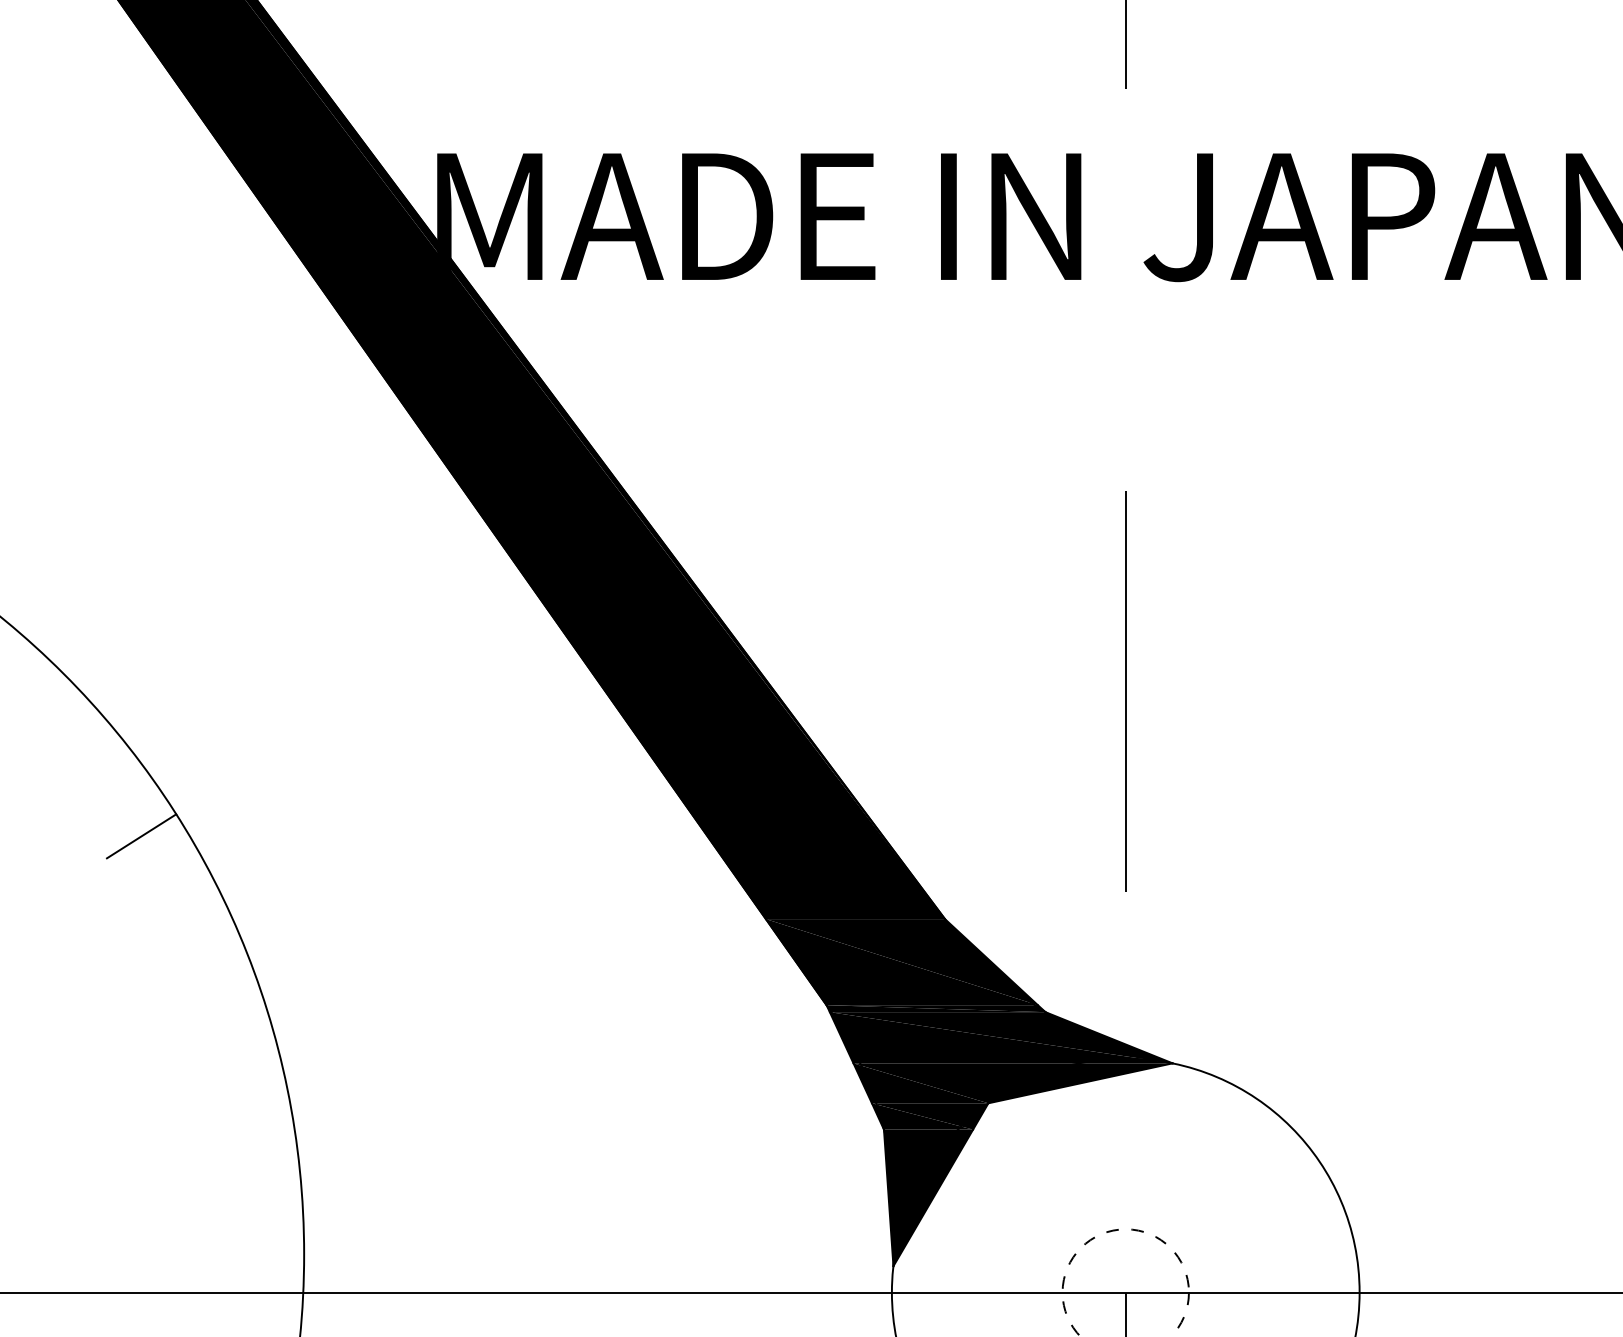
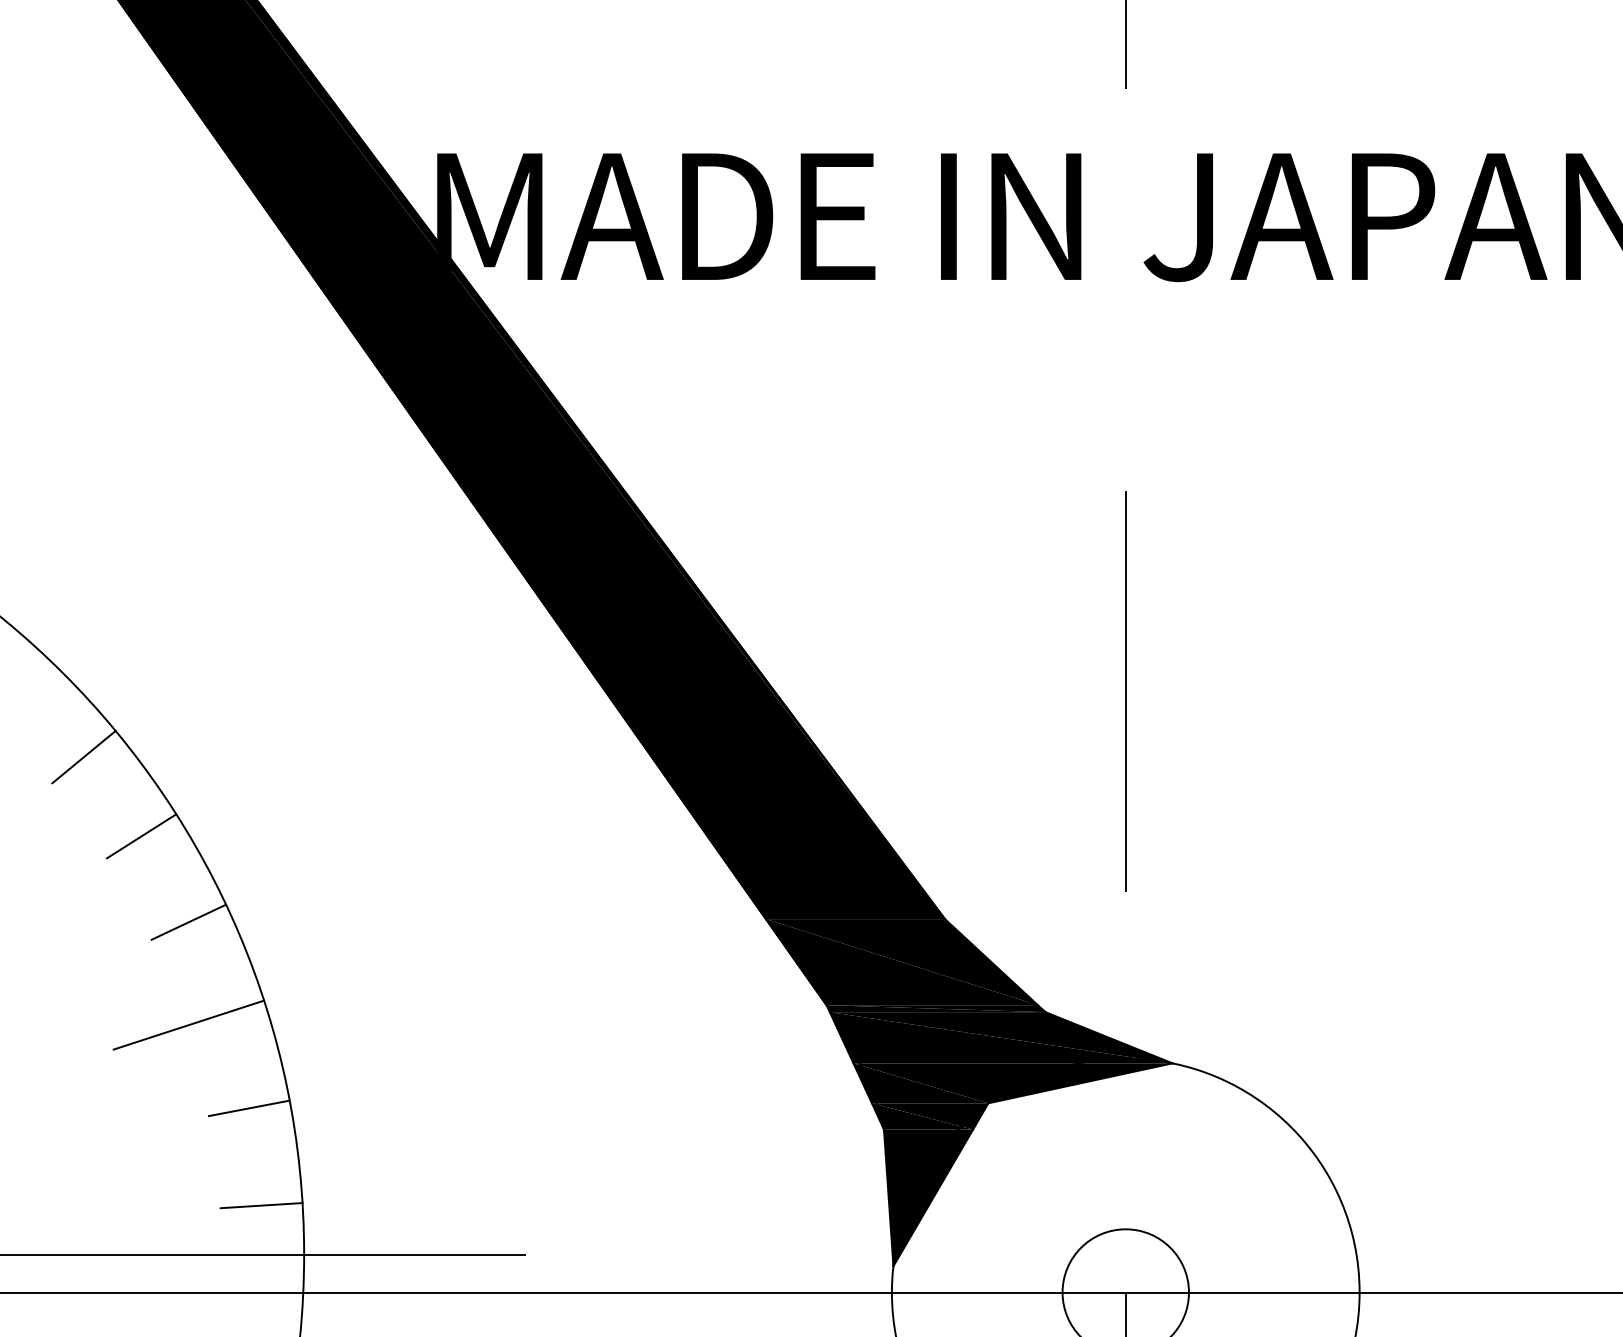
line at (83, 756): none -> present
line at (188, 921): none -> present
line at (188, 1024): none -> present
line at (248, 1108): none -> present
line at (261, 1205): none -> present
line at (264, 1254): none -> present
circle at (1125, 1282): dashed -> solid
